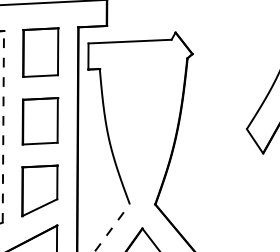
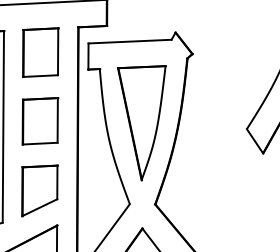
part at (141, 123): none -> present
line at (3, 126): dashed -> solid
line at (112, 227): dashed -> solid
